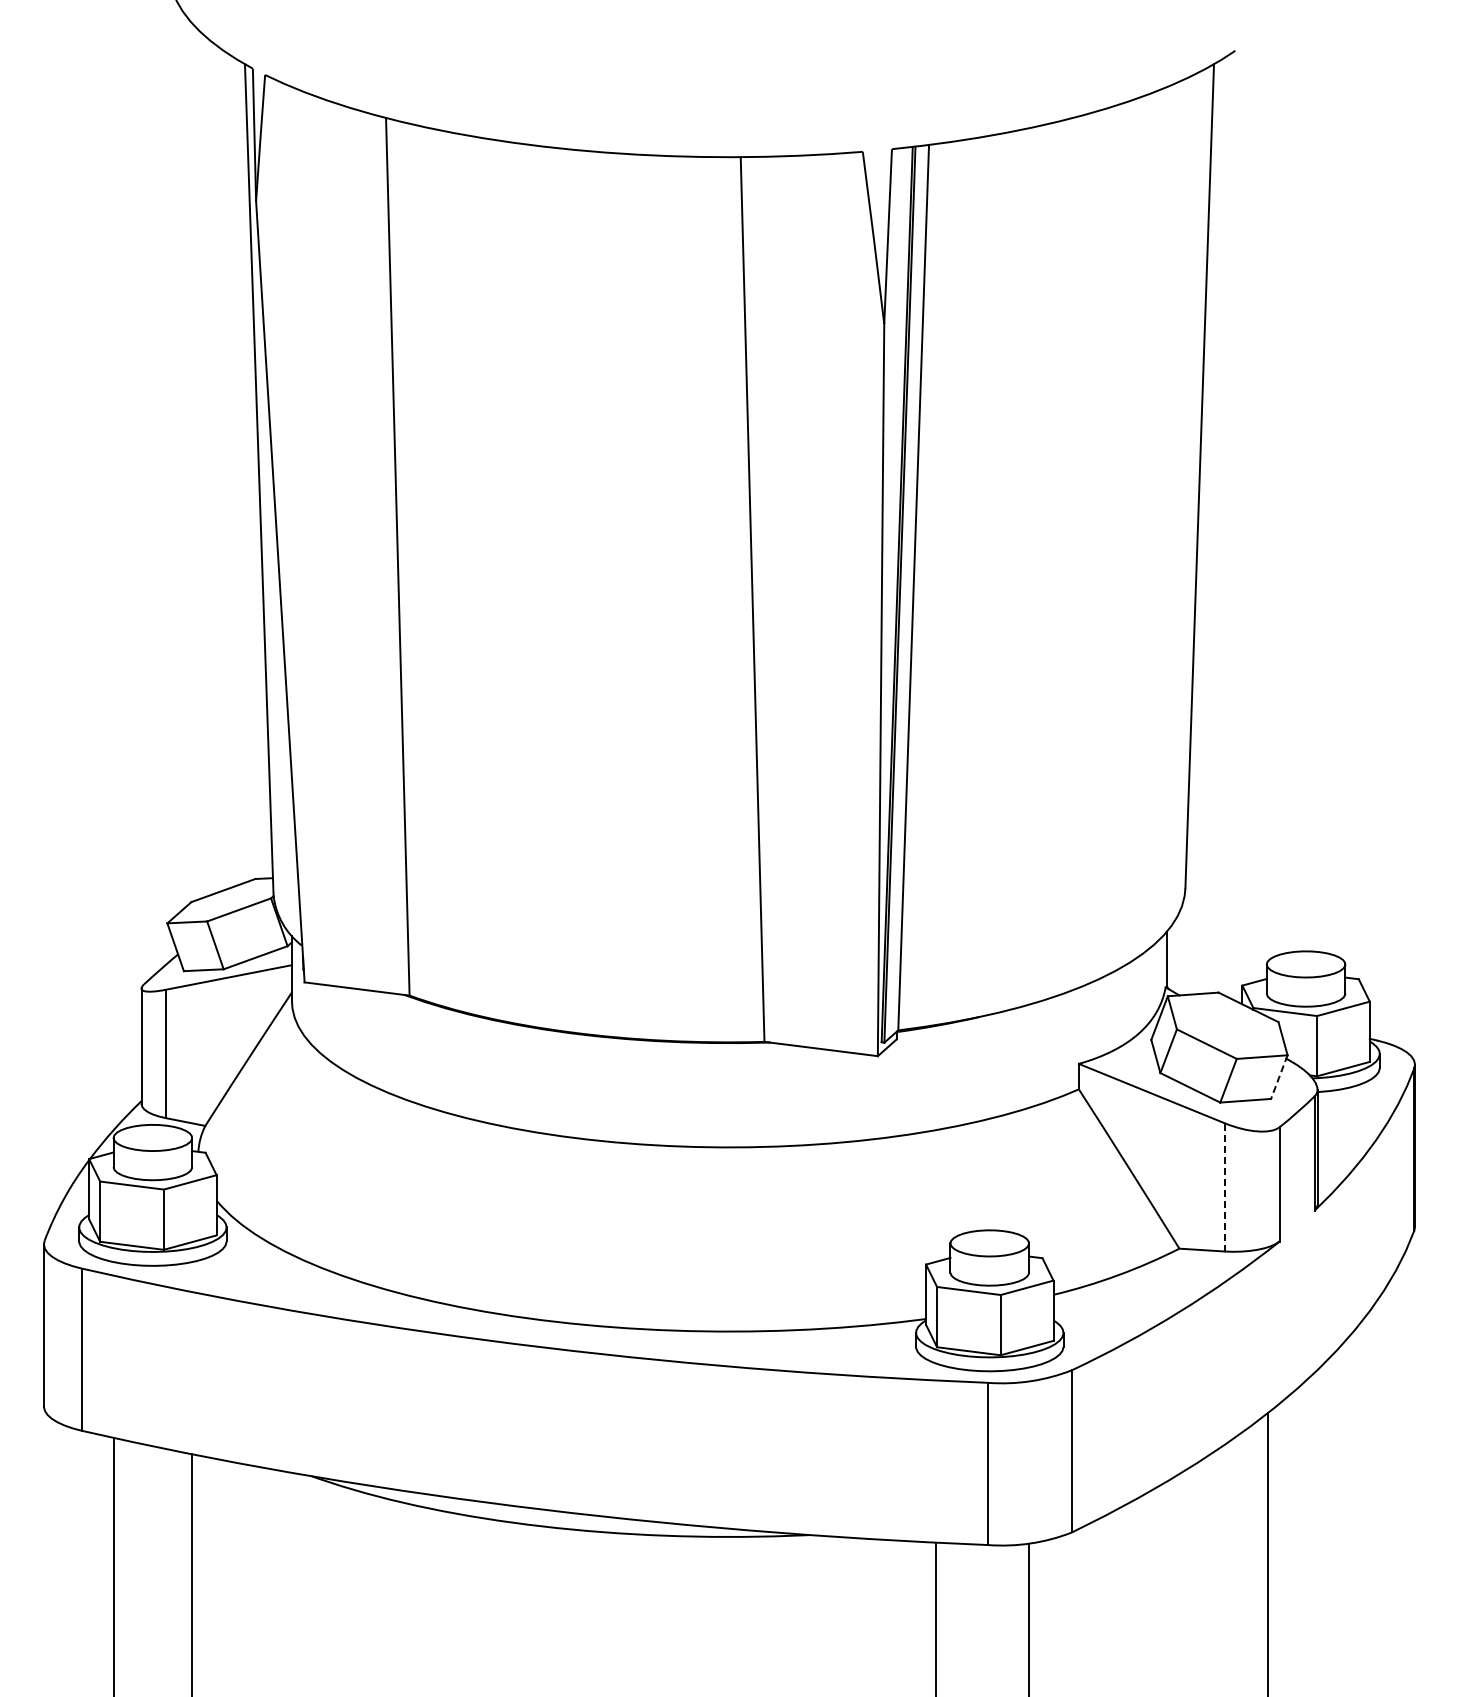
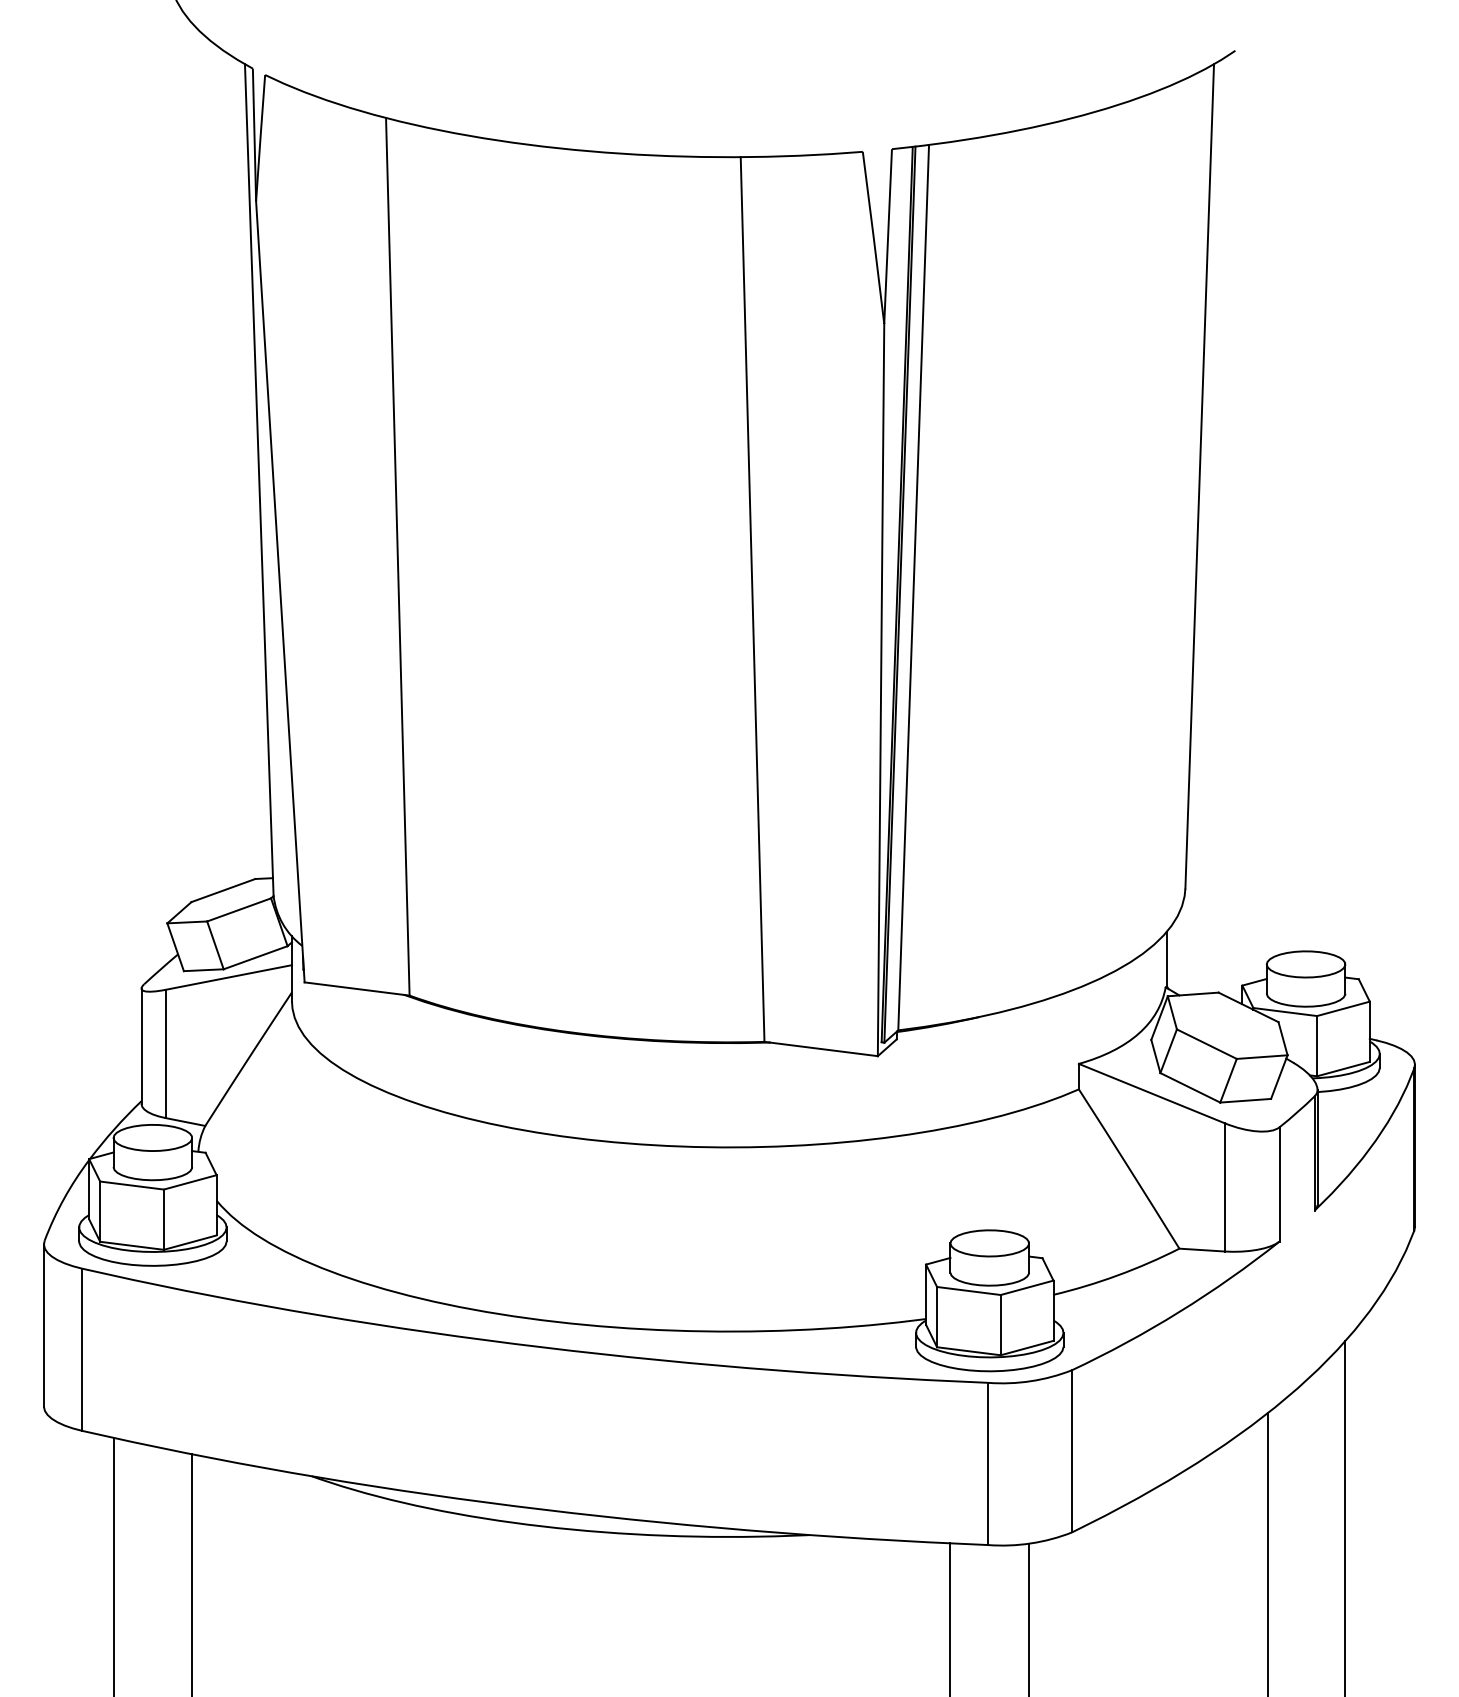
line at (1279, 1077): dashed -> solid
line at (1224, 1186): dashed -> solid
line at (1345, 1517): none -> present
line at (936, 1618) position: (936, 1618) -> (950, 1618)
